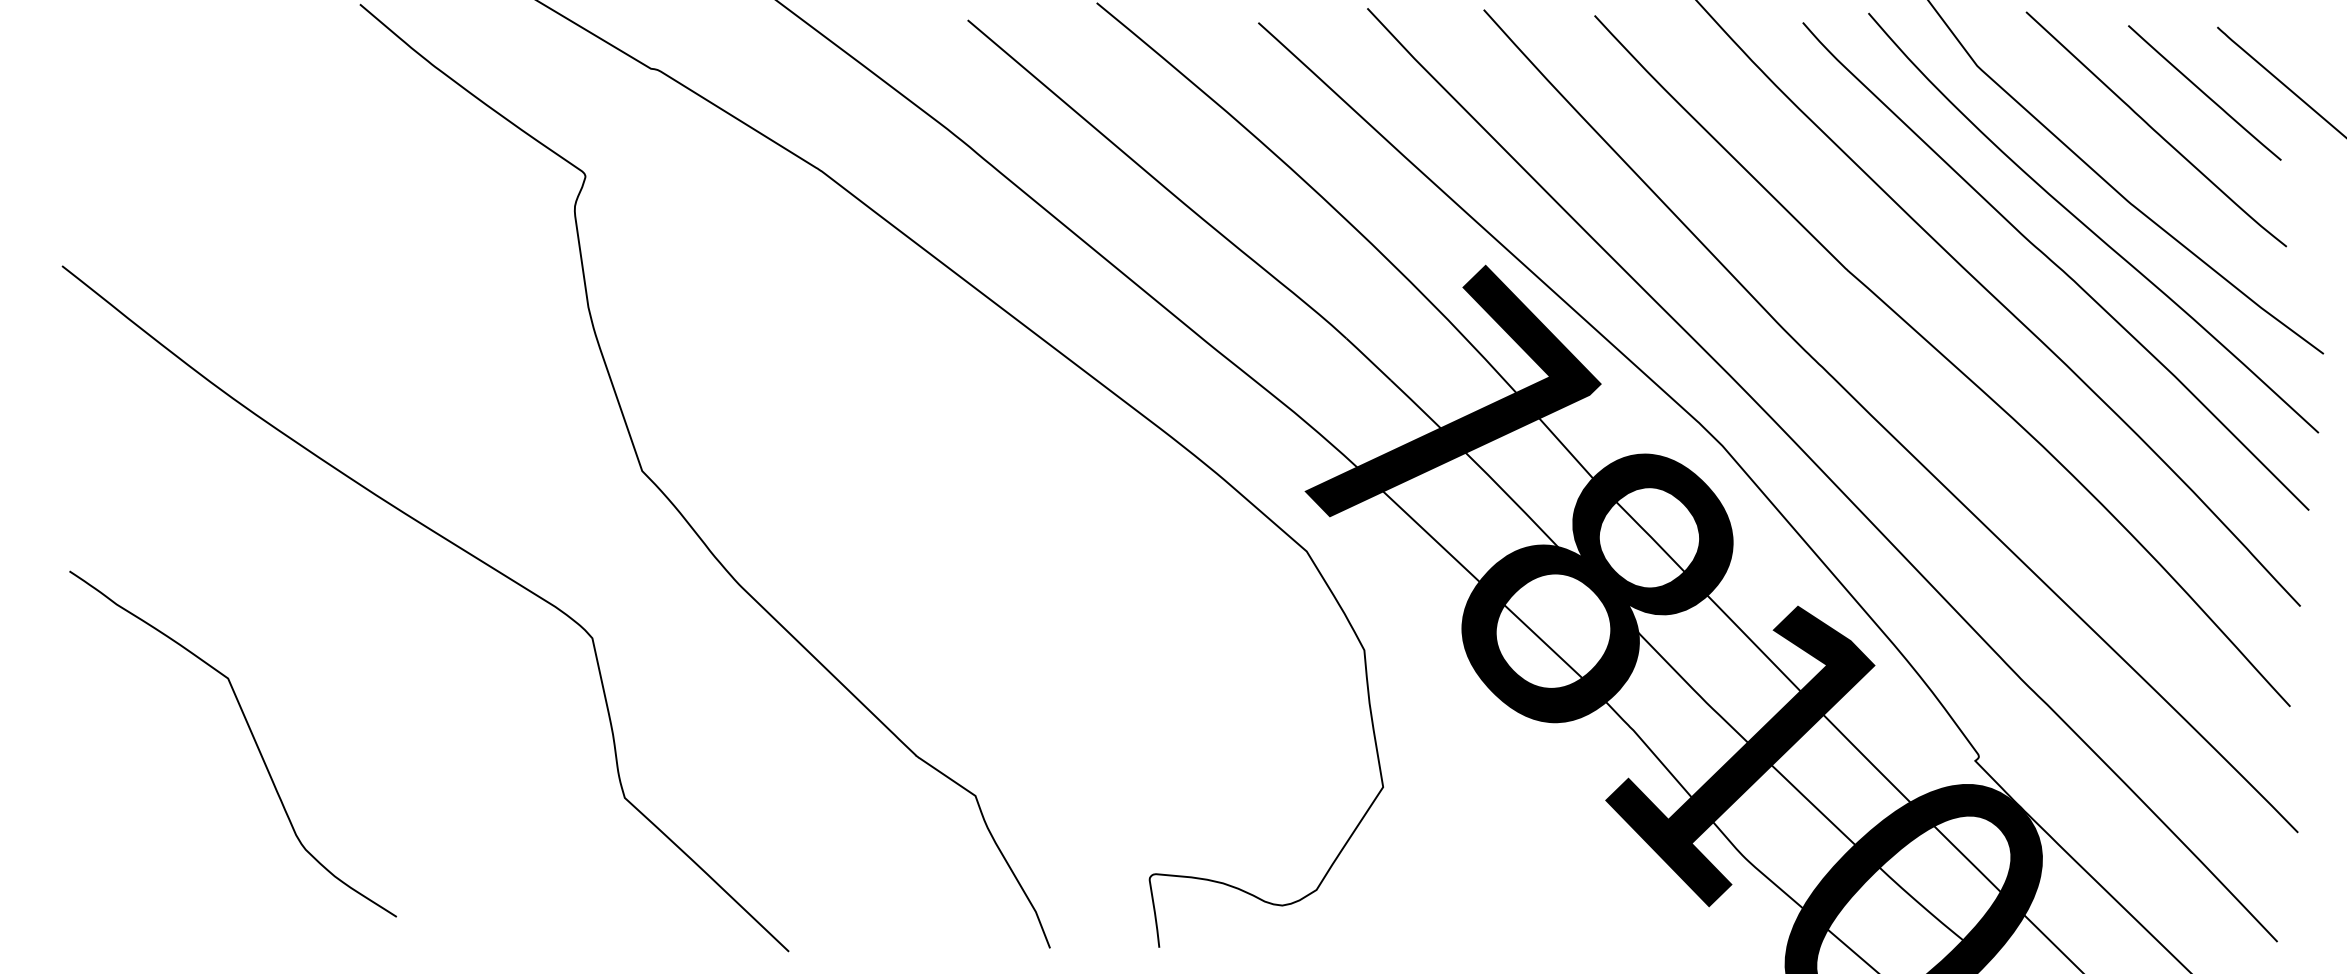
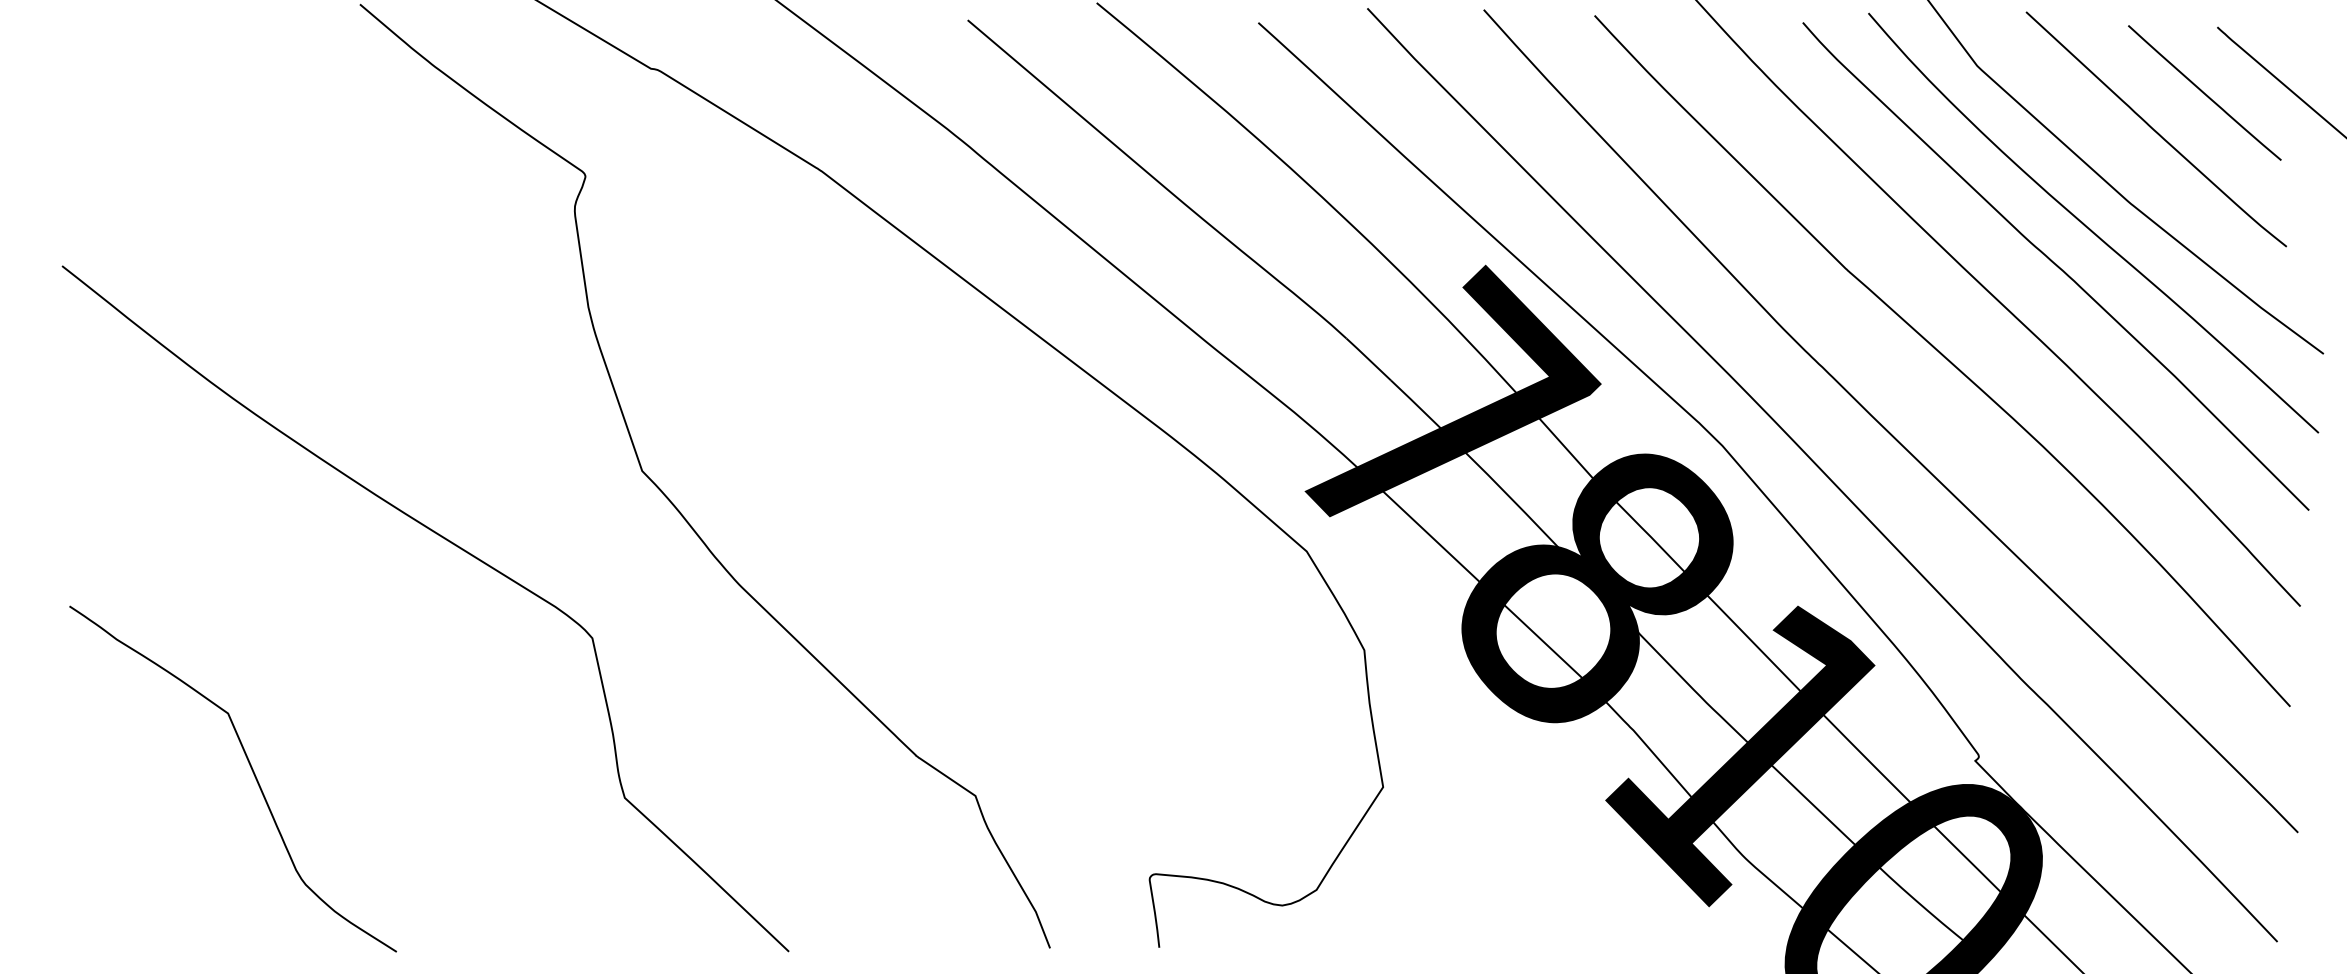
curve at (251, 735) position: (251, 735) -> (251, 770)
